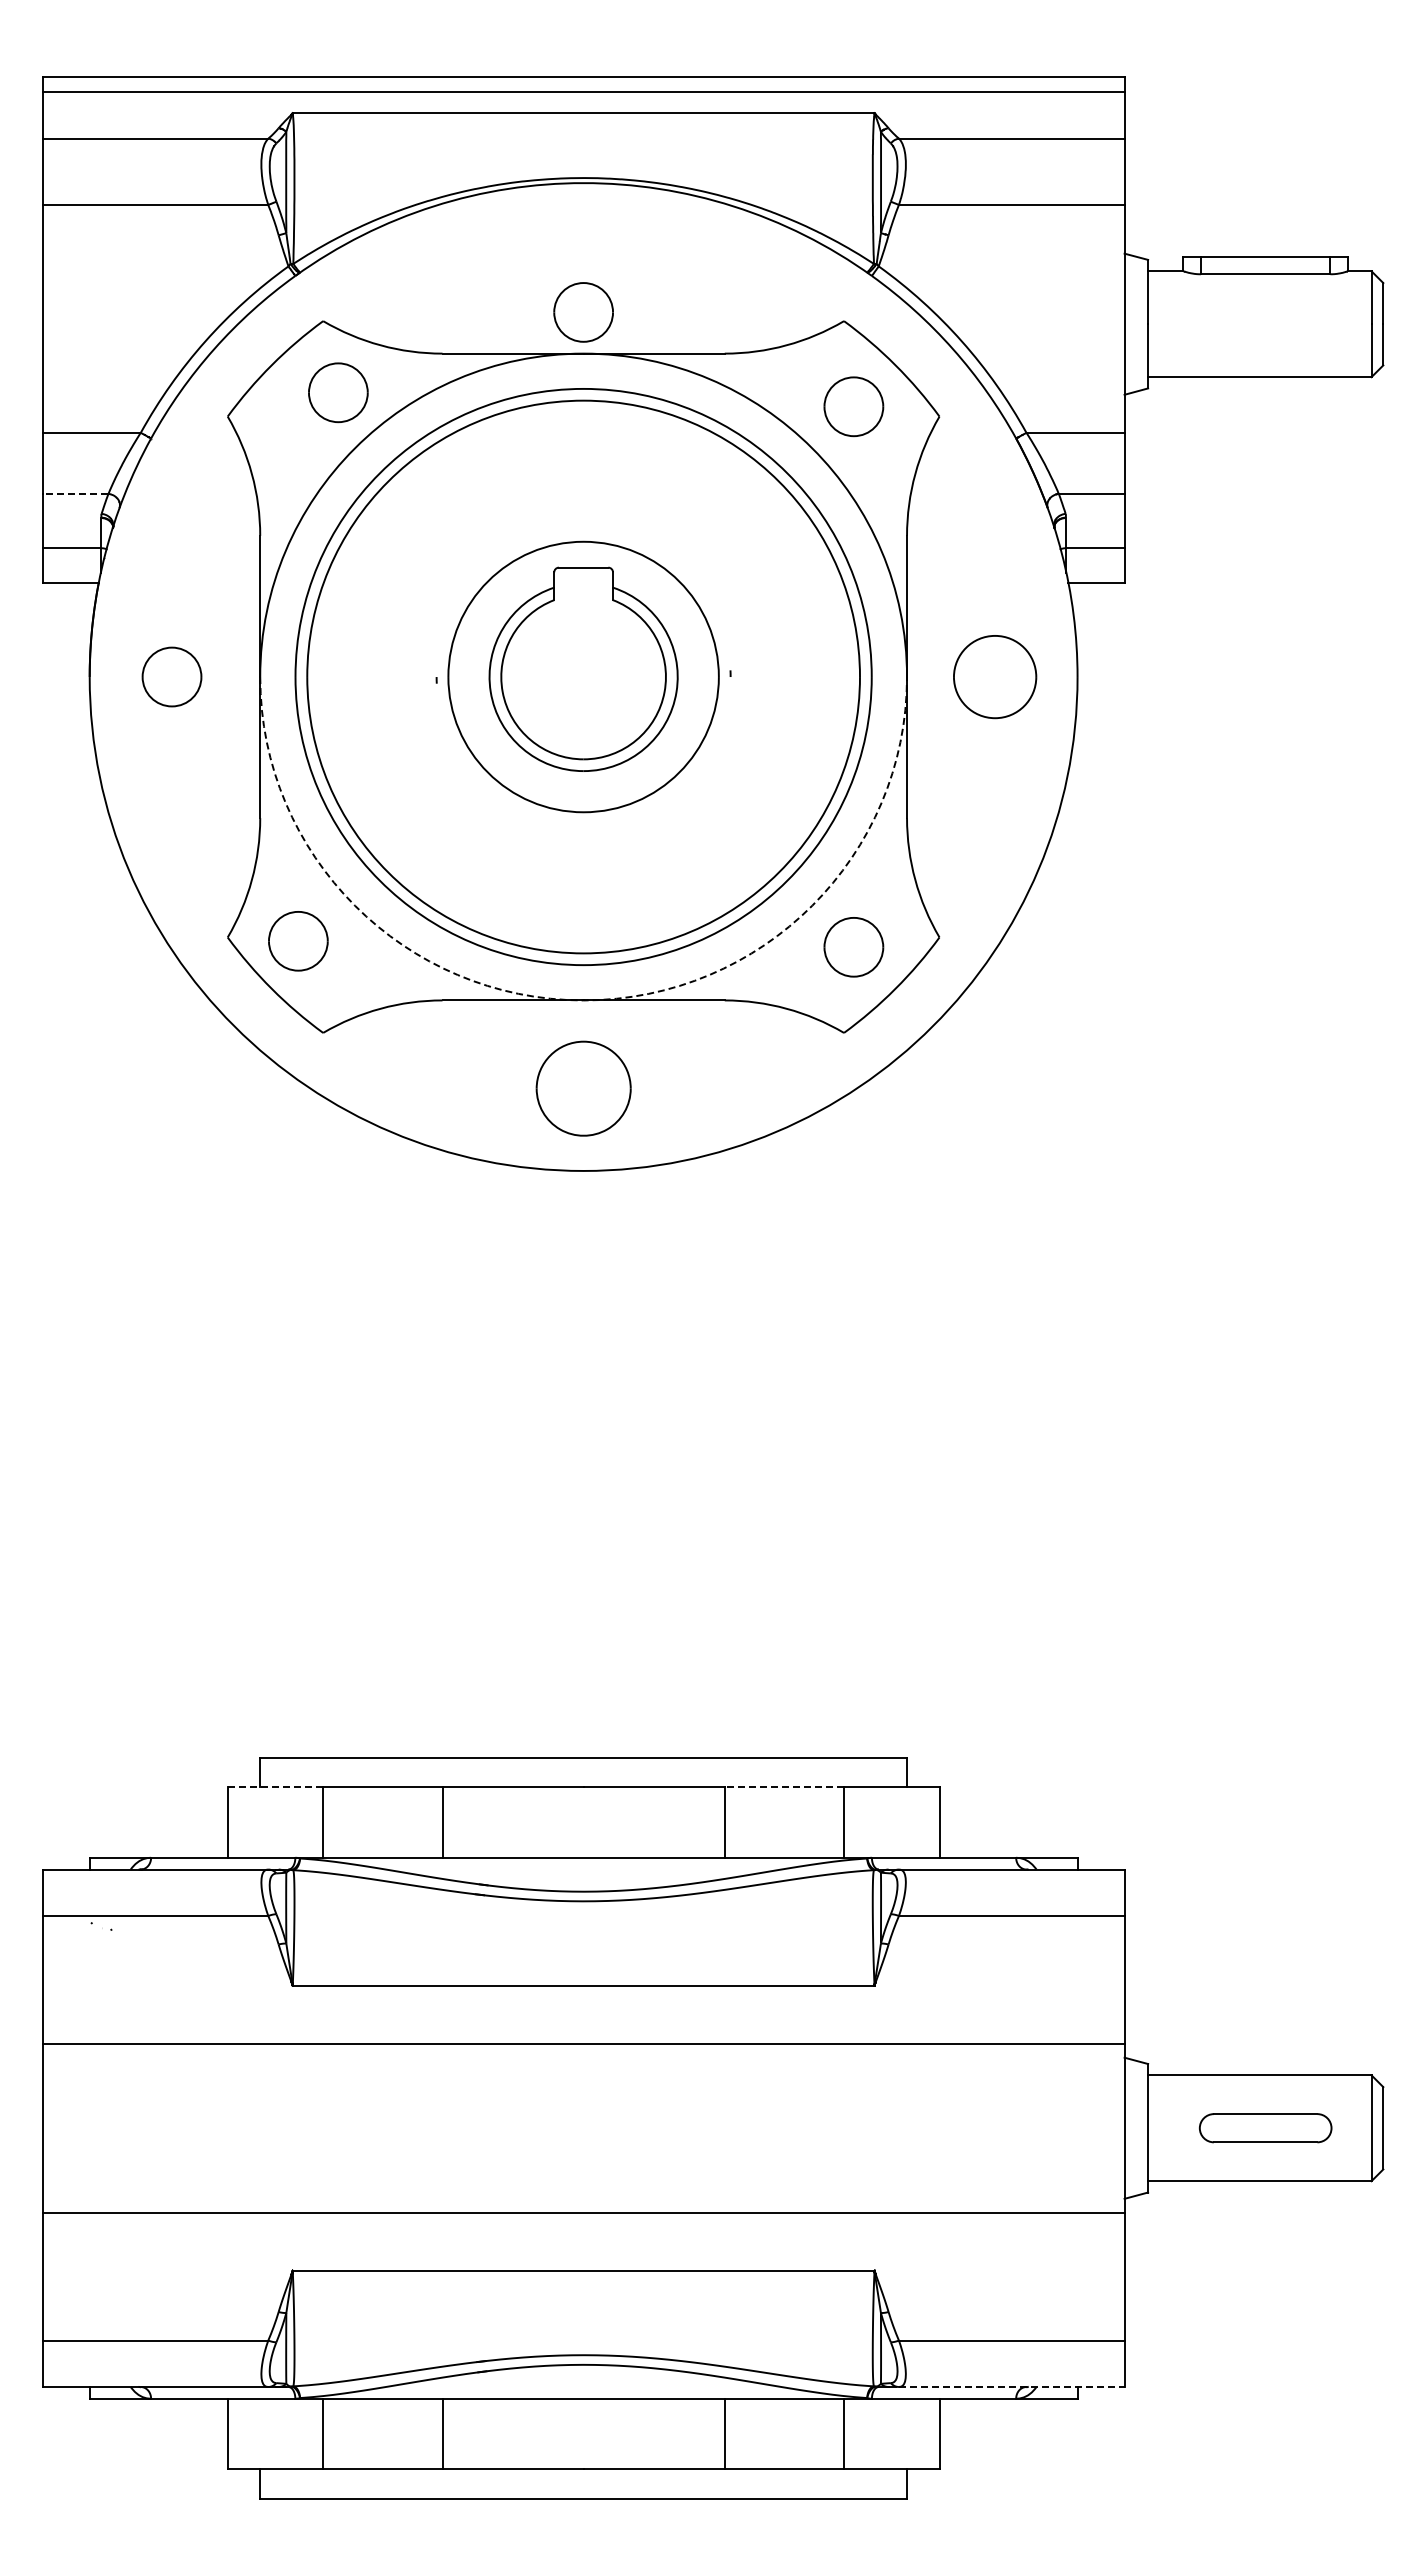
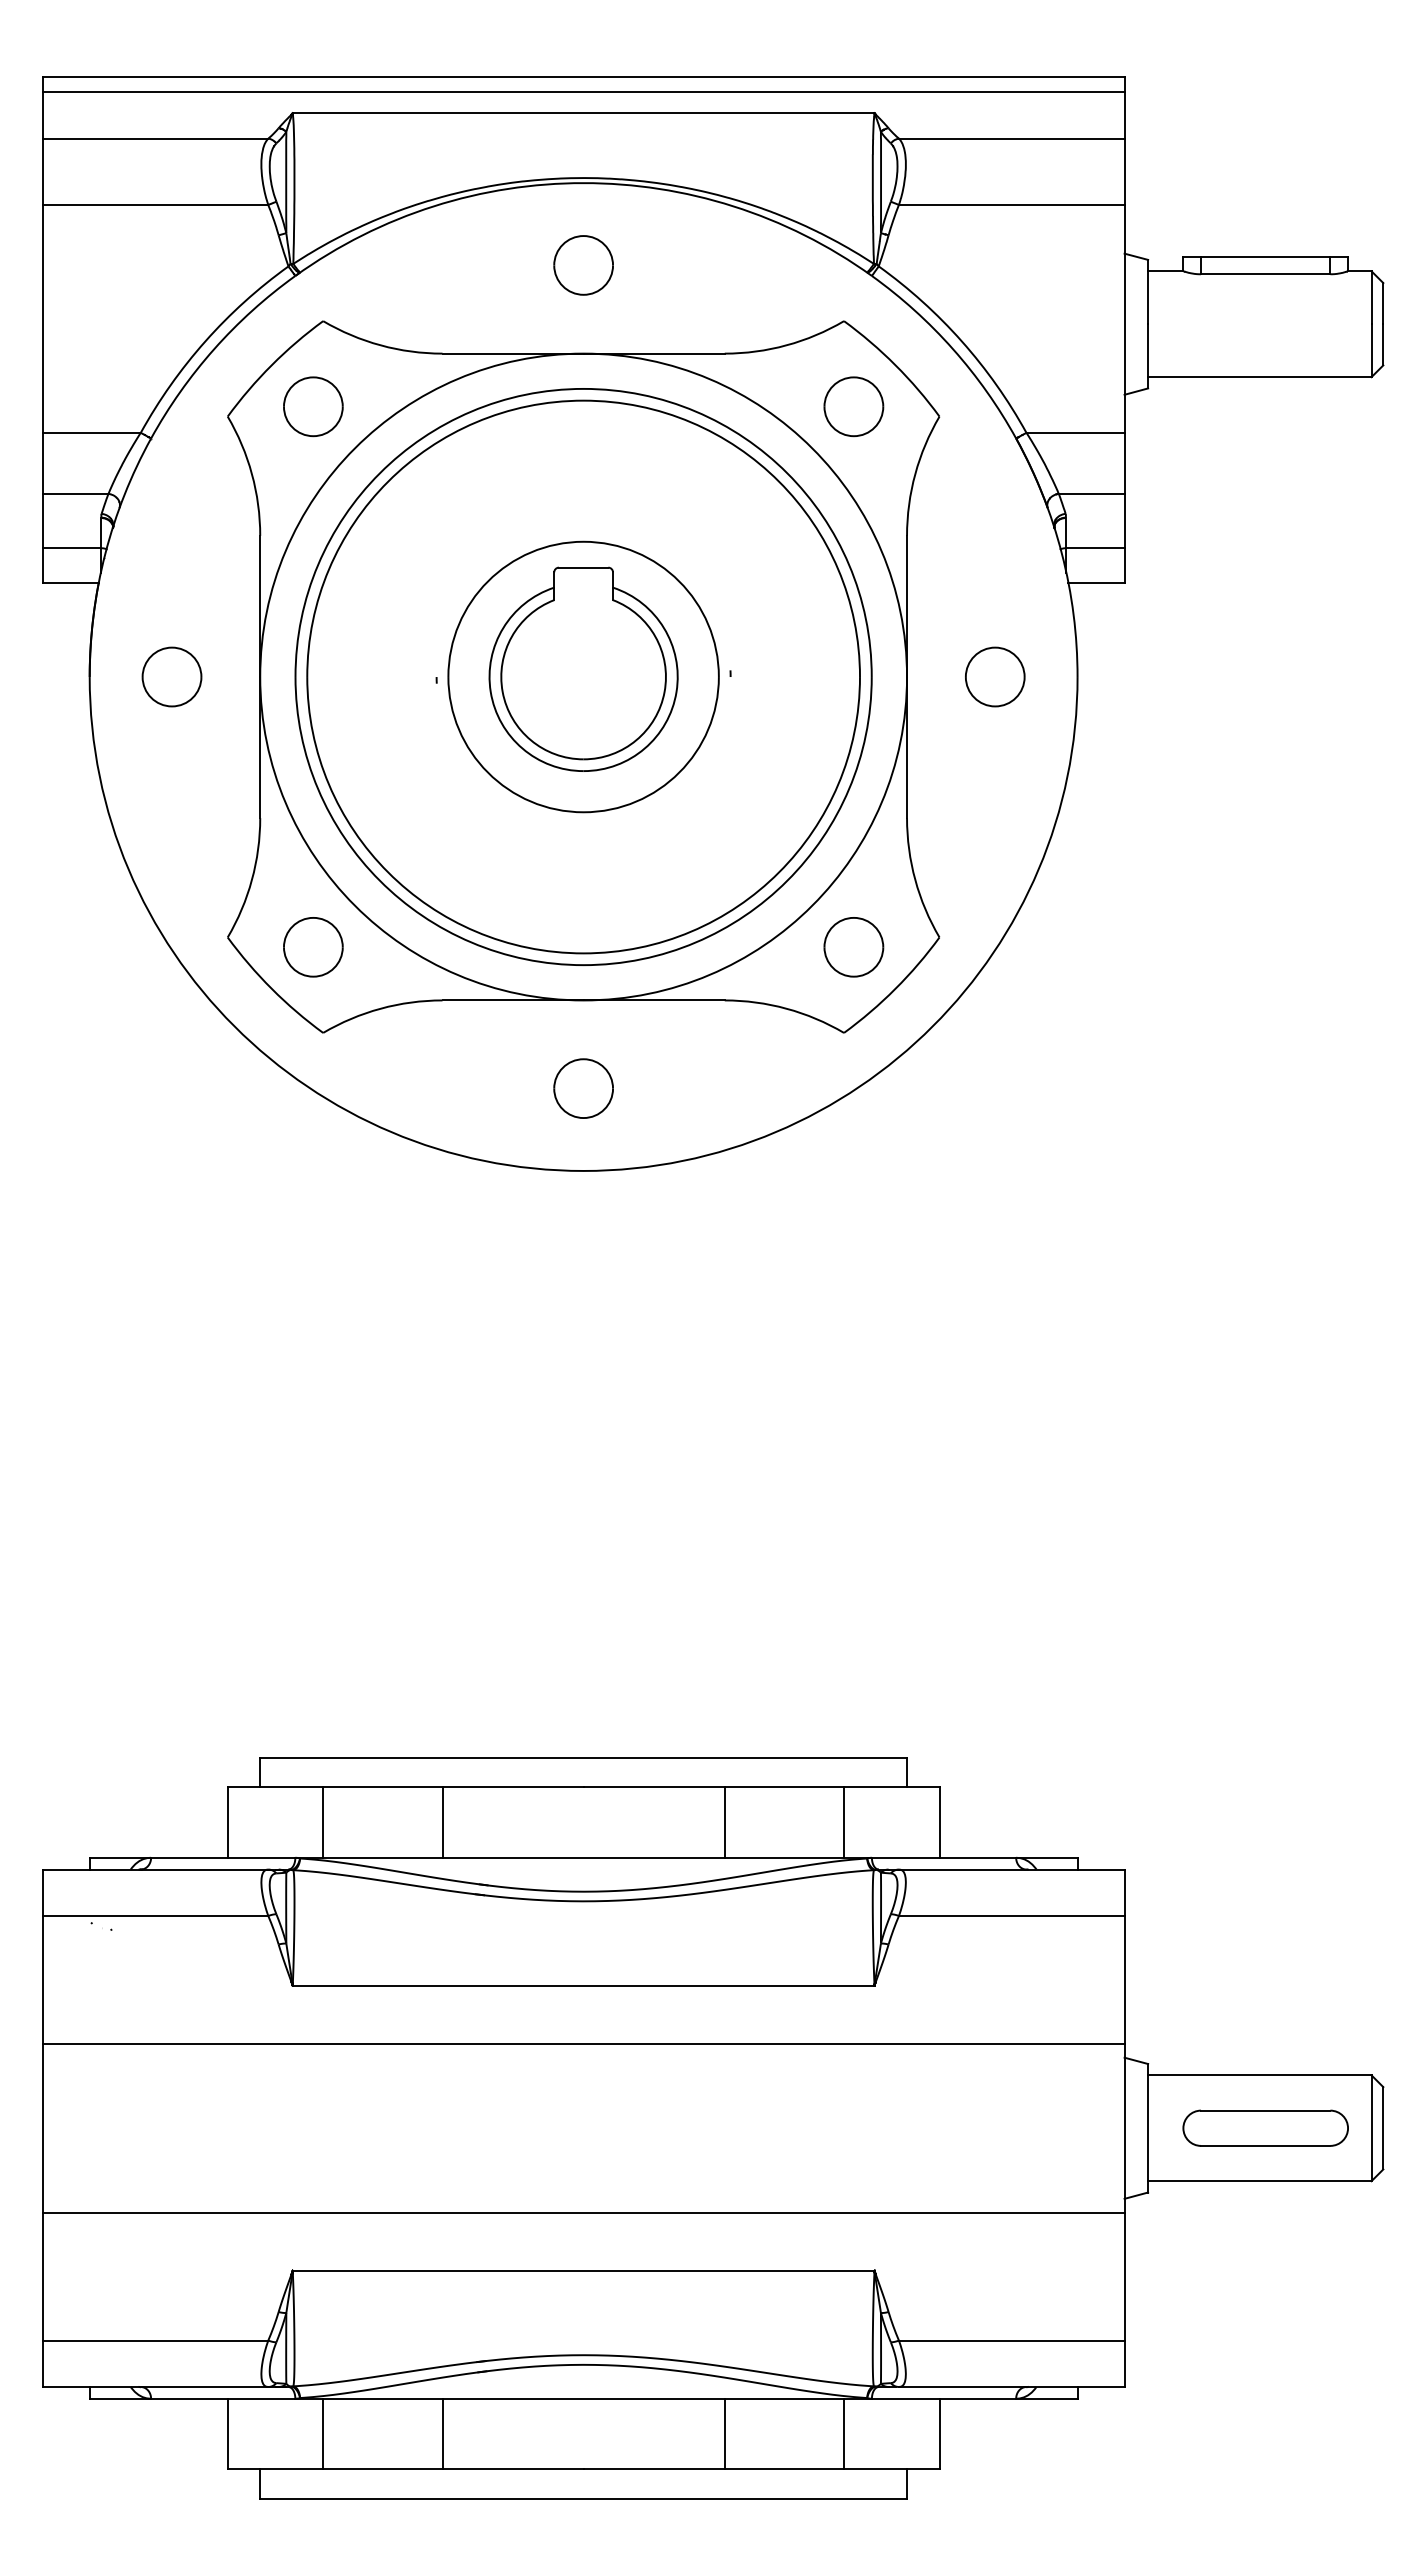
part at (583, 312) position: (583, 312) -> (583, 265)
part at (338, 392) position: (338, 392) -> (313, 406)
line at (75, 493): dashed -> solid
part at (995, 677) size: 85x85 px -> 61x62 px
part at (298, 941) position: (298, 941) -> (313, 947)
arc at (583, 1000): dashed -> solid
part at (583, 1088) size: 97x97 px -> 61x61 px
line at (275, 1787): dashed -> solid
line at (784, 1787): dashed -> solid
part at (1265, 2128) size: 135x31 px -> 167x38 px
line at (1011, 2387): dashed -> solid
